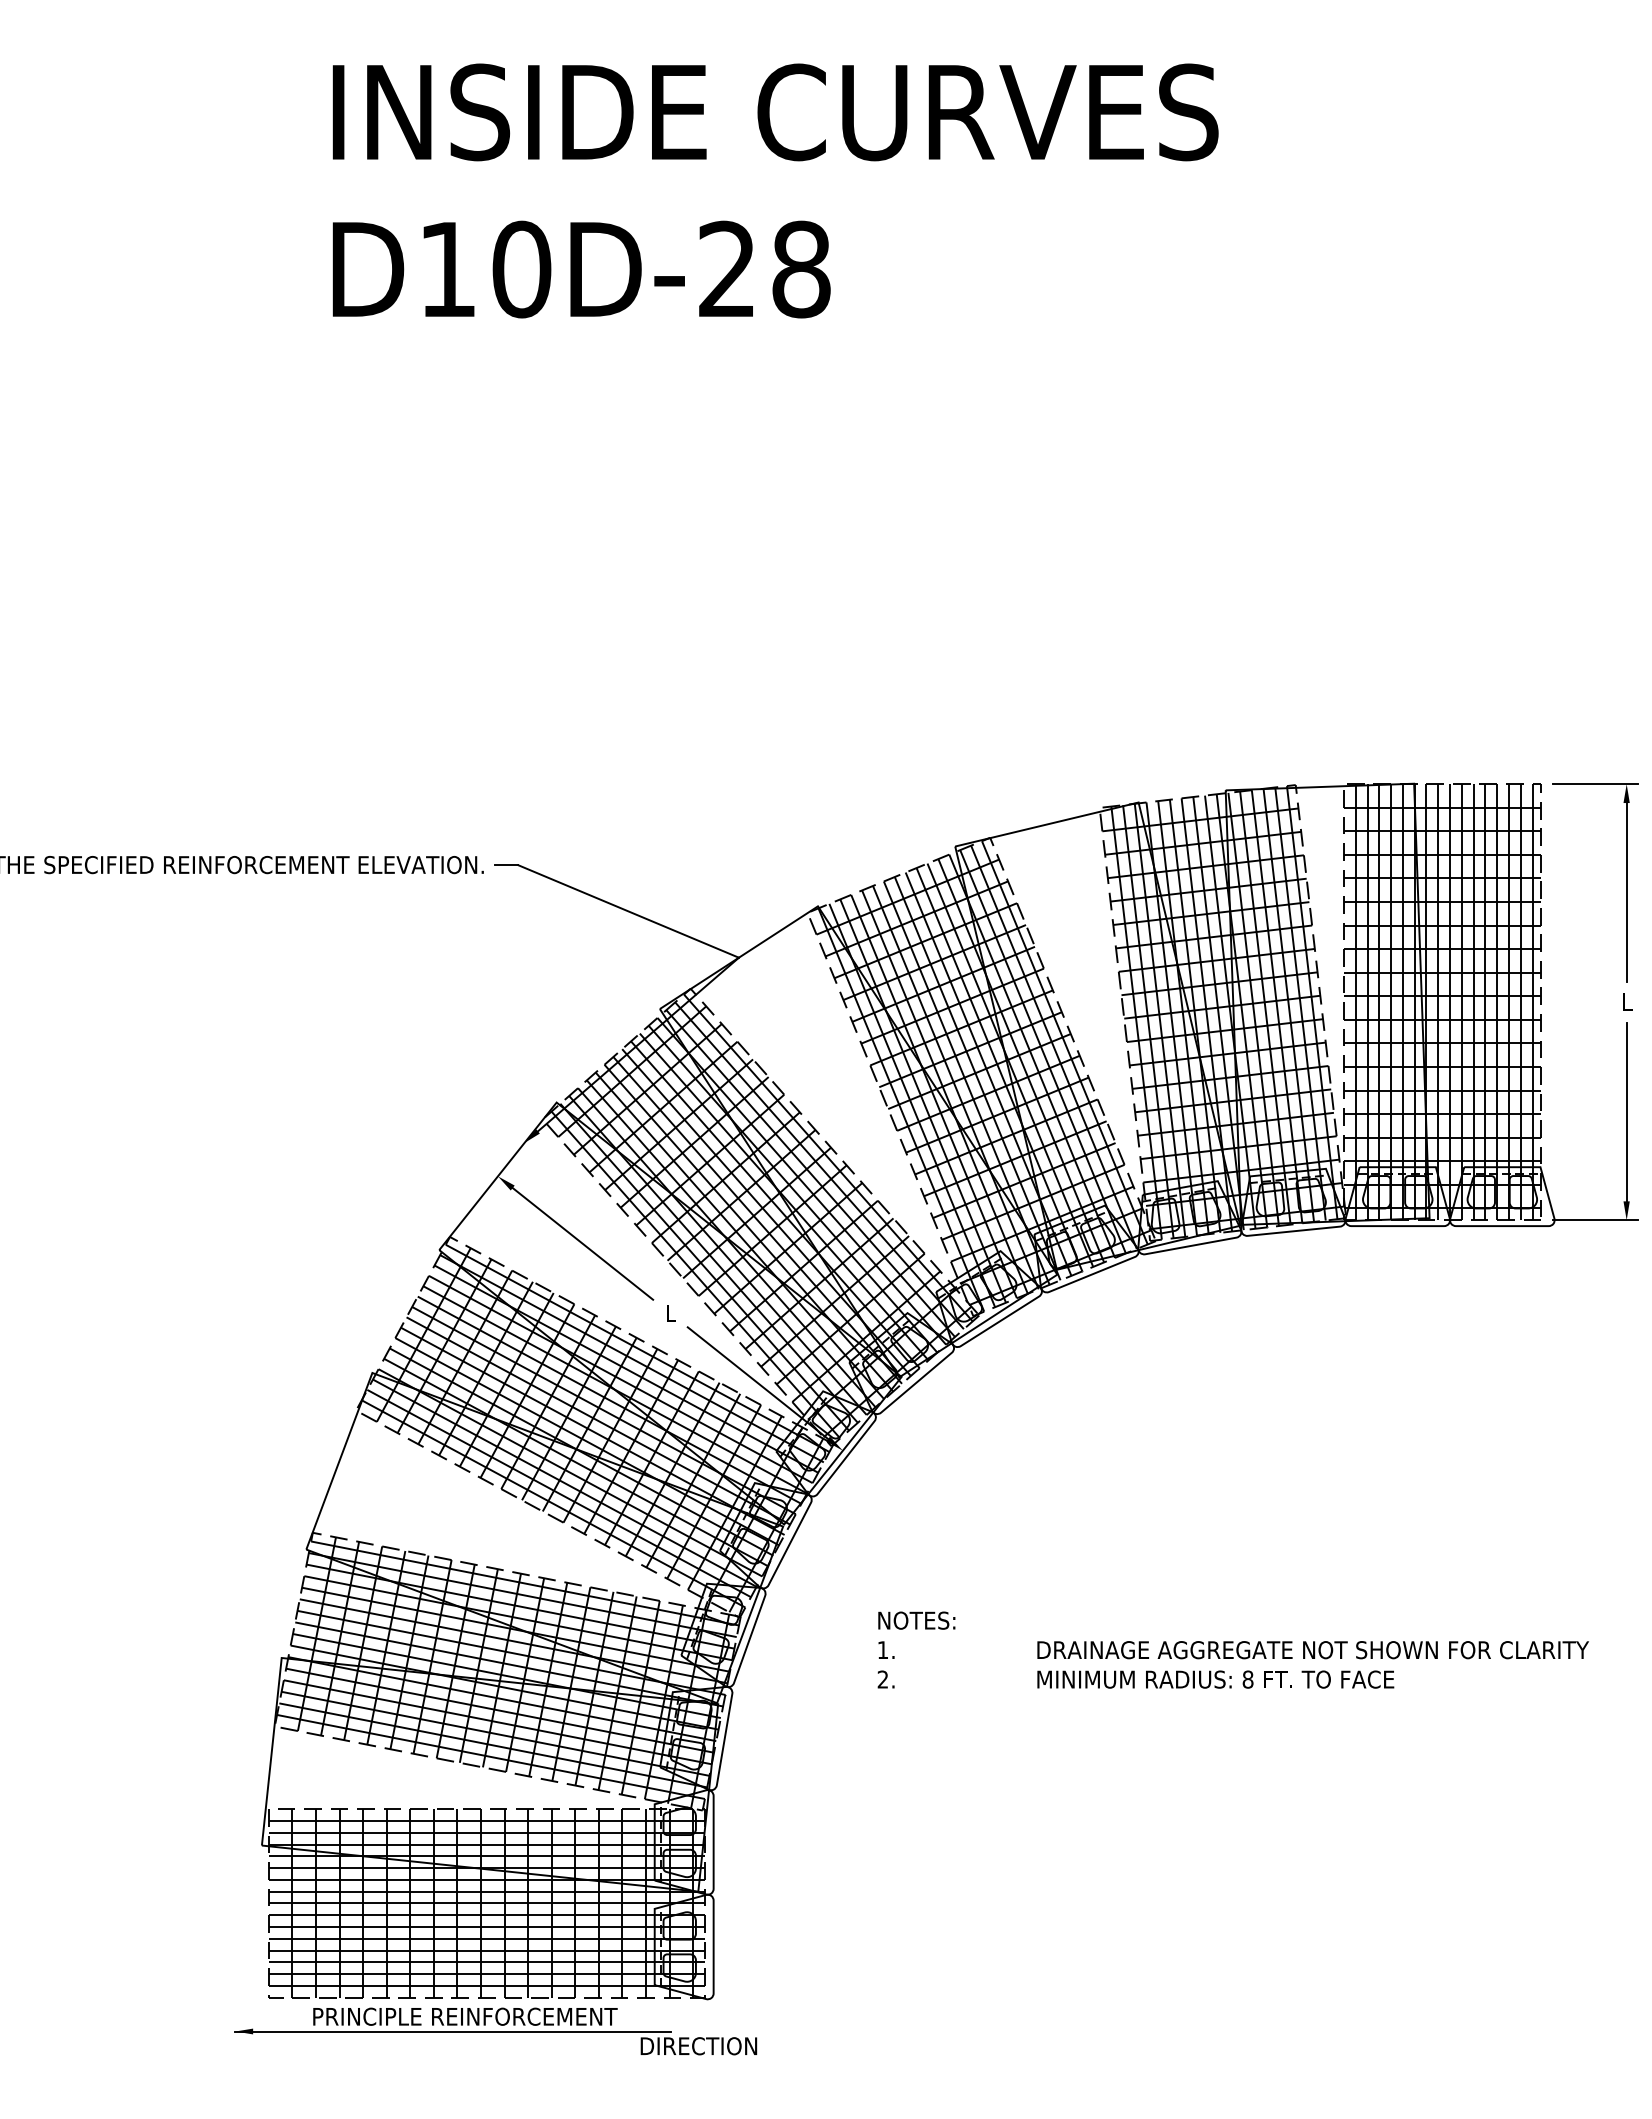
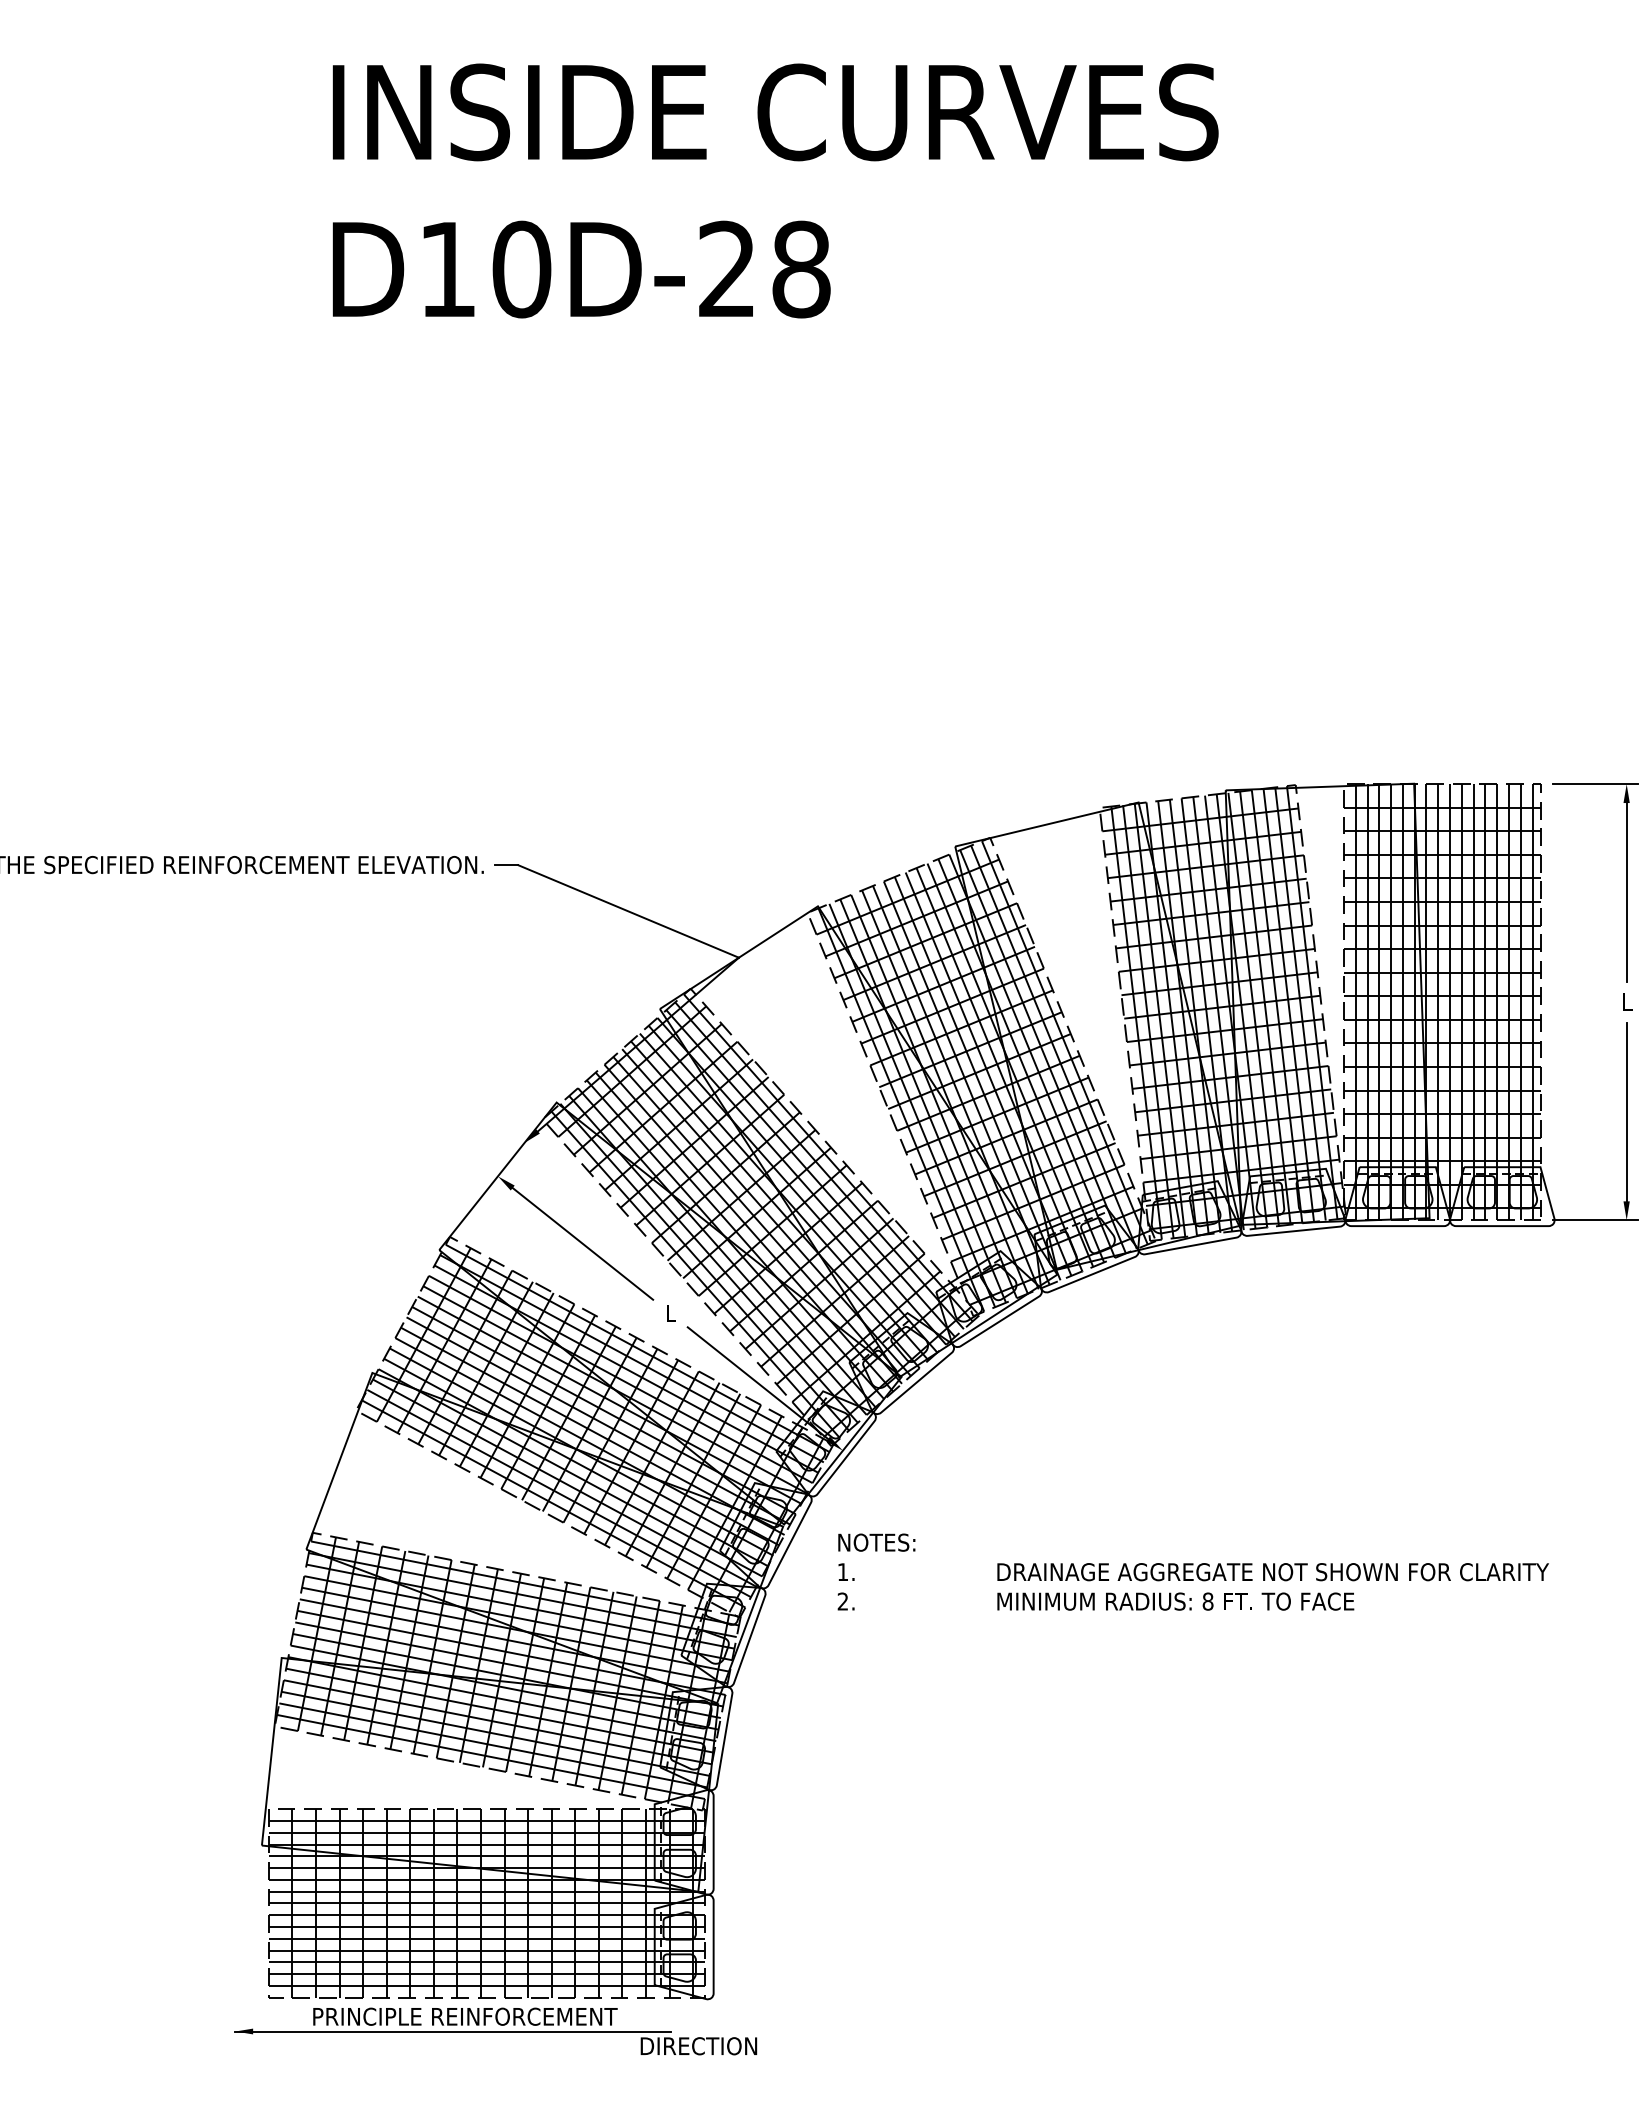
text at (1232, 1649) position: (1232, 1649) -> (1192, 1571)
